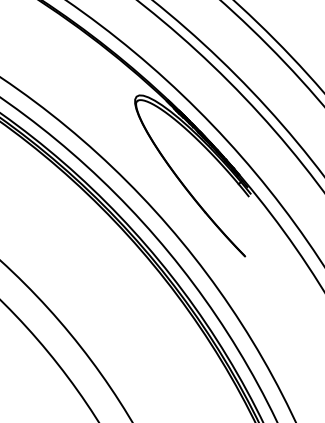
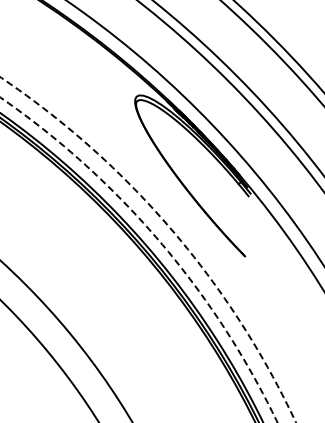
circle at (148, 249): solid -> dashed
circle at (138, 259): solid -> dashed
